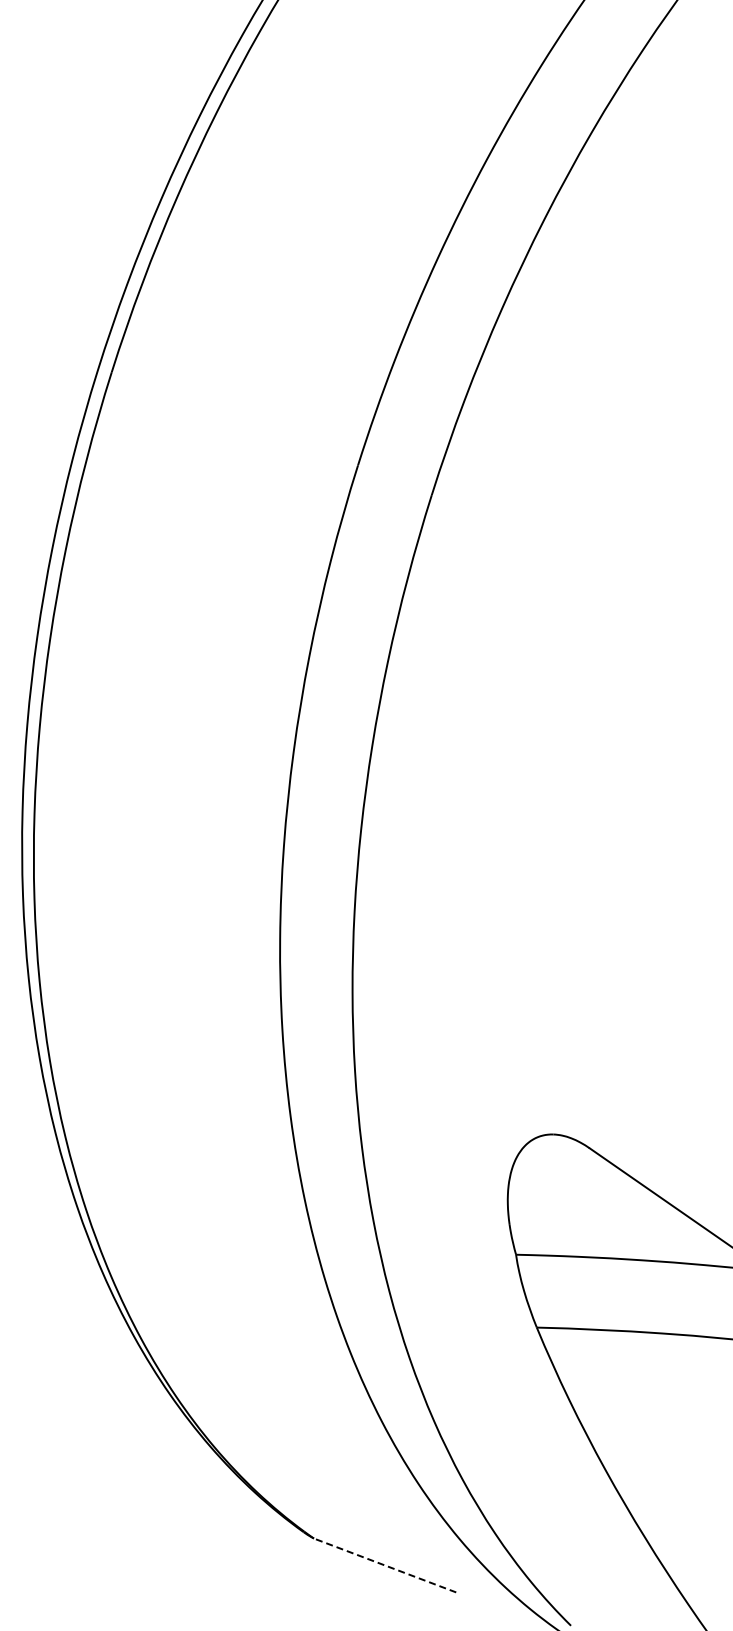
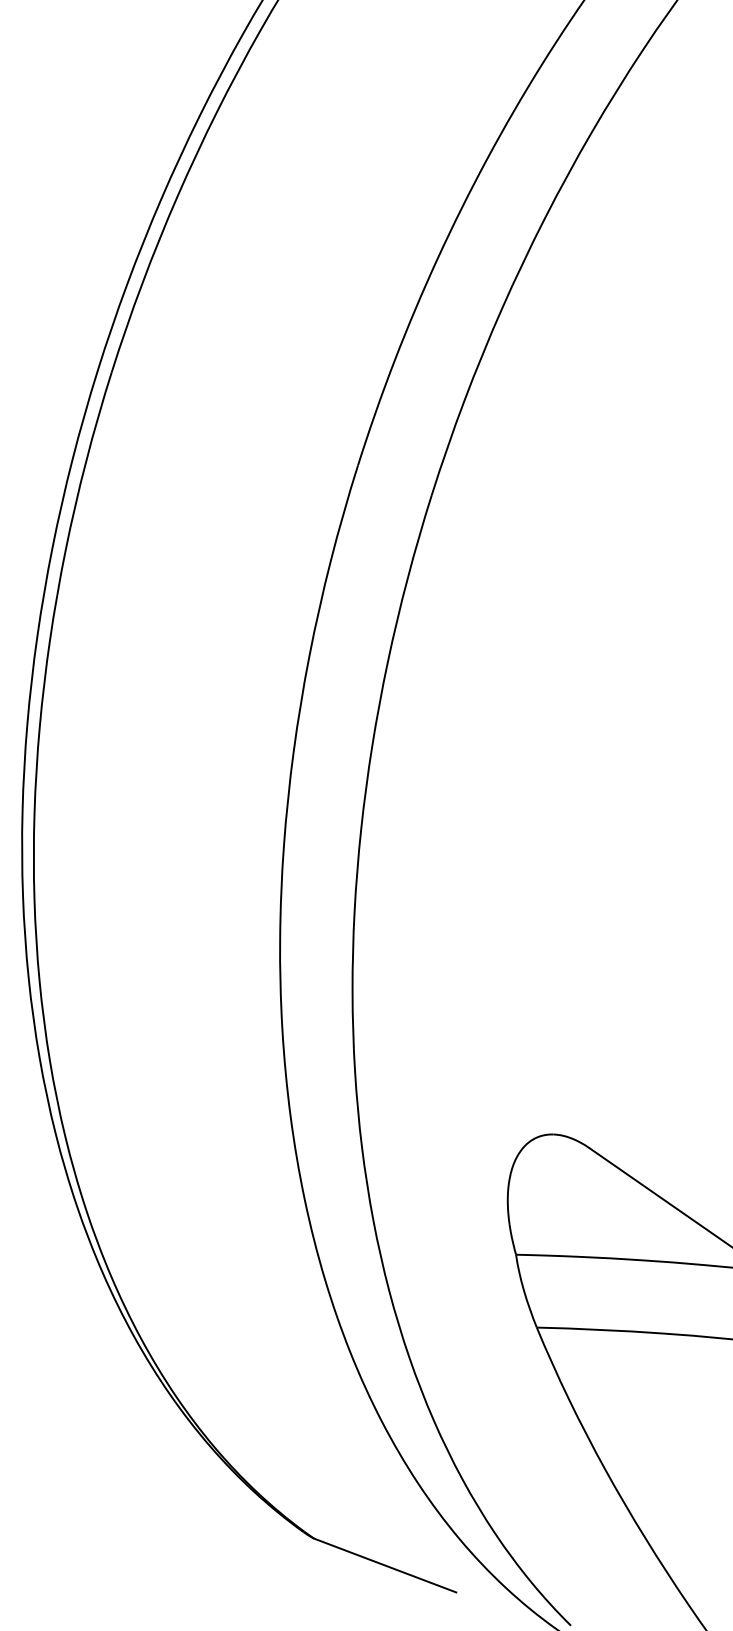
line at (384, 1565): dashed -> solid
